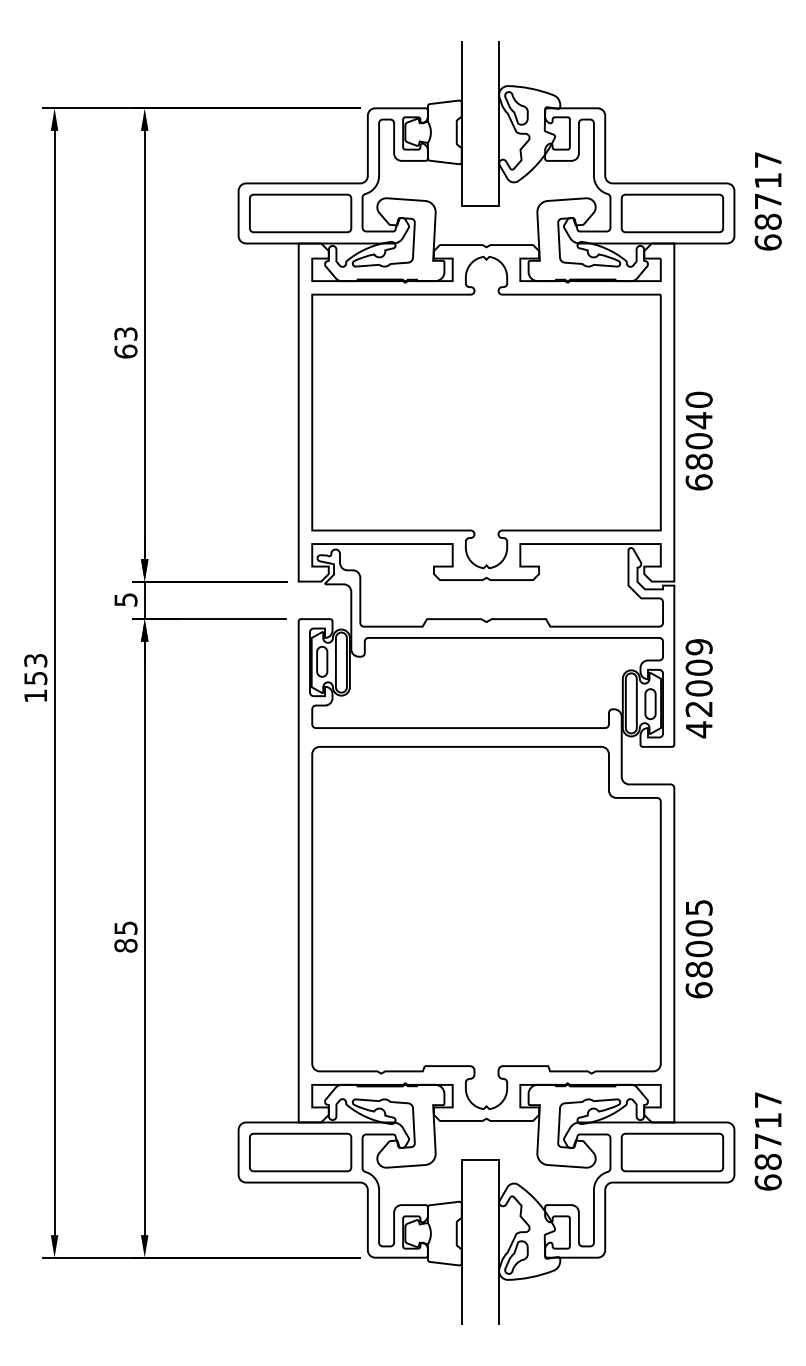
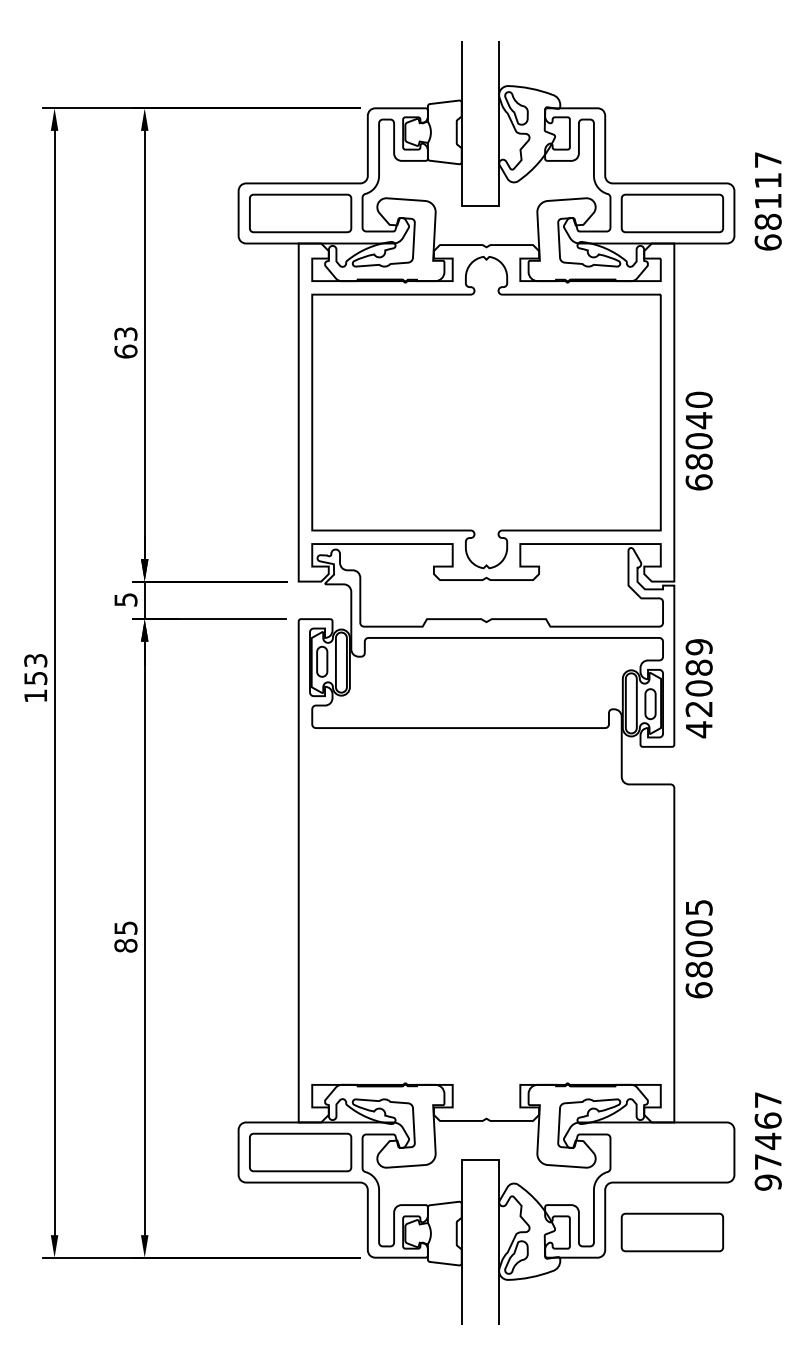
text at (768, 200): 68717 -> 68117
text at (699, 667): 42009 -> 42089
part at (486, 927): present -> none
text at (767, 1151): 68717 -> 97467
part at (672, 1152) position: (672, 1152) -> (672, 1232)
